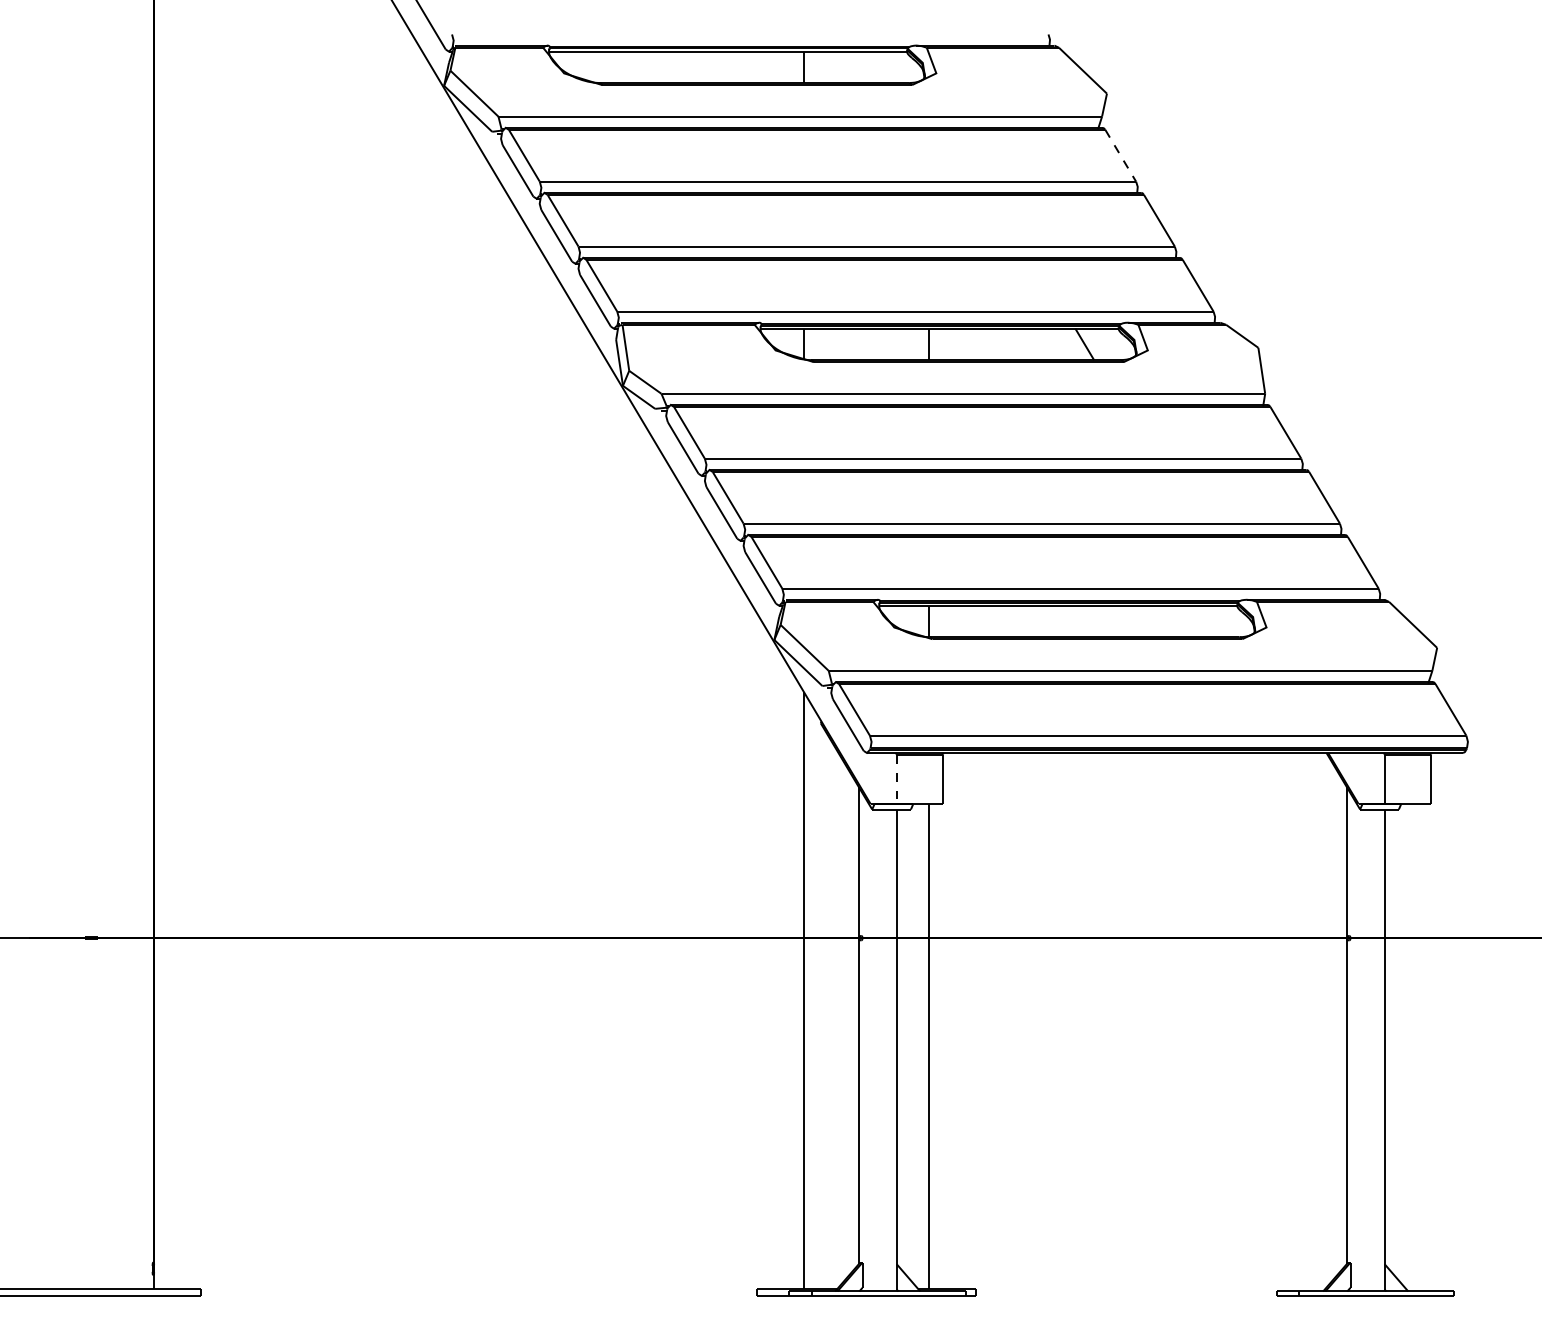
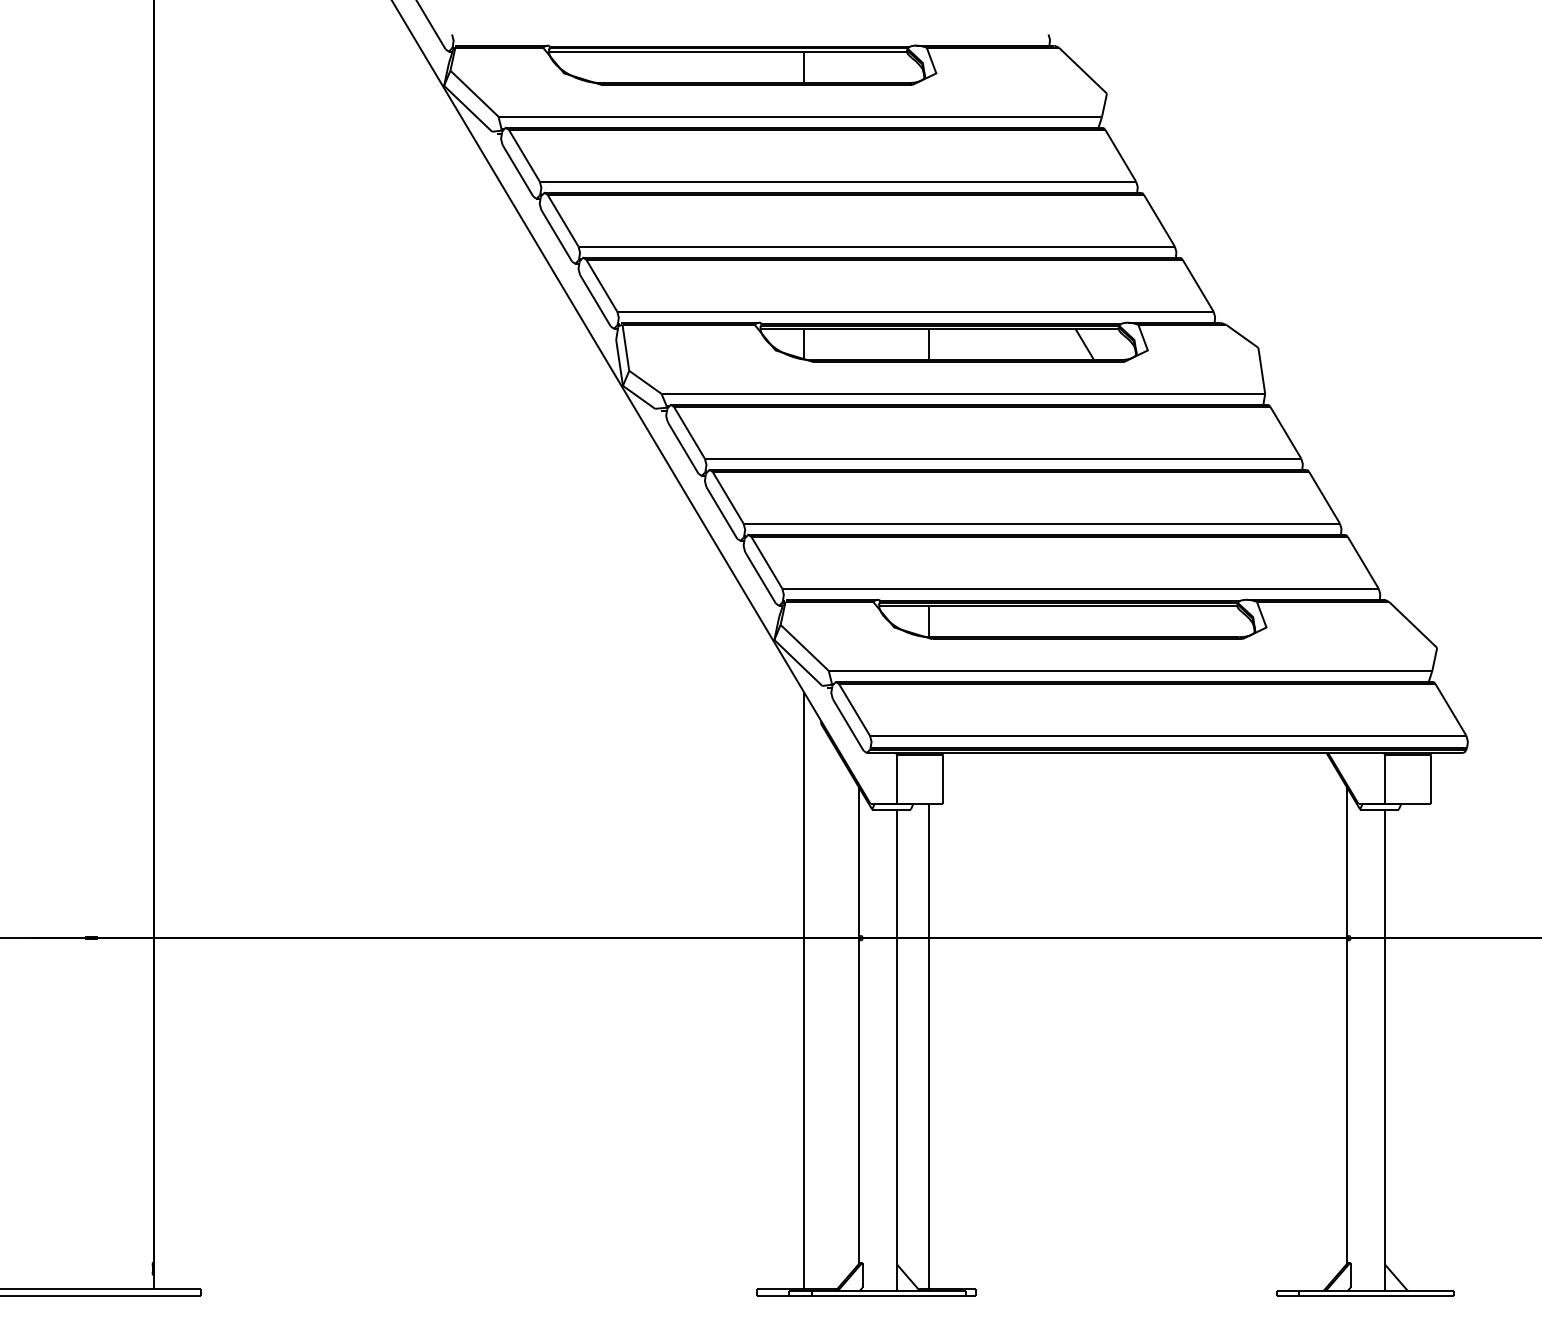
line at (1121, 156): dashed -> solid
line at (896, 779): dashed -> solid
